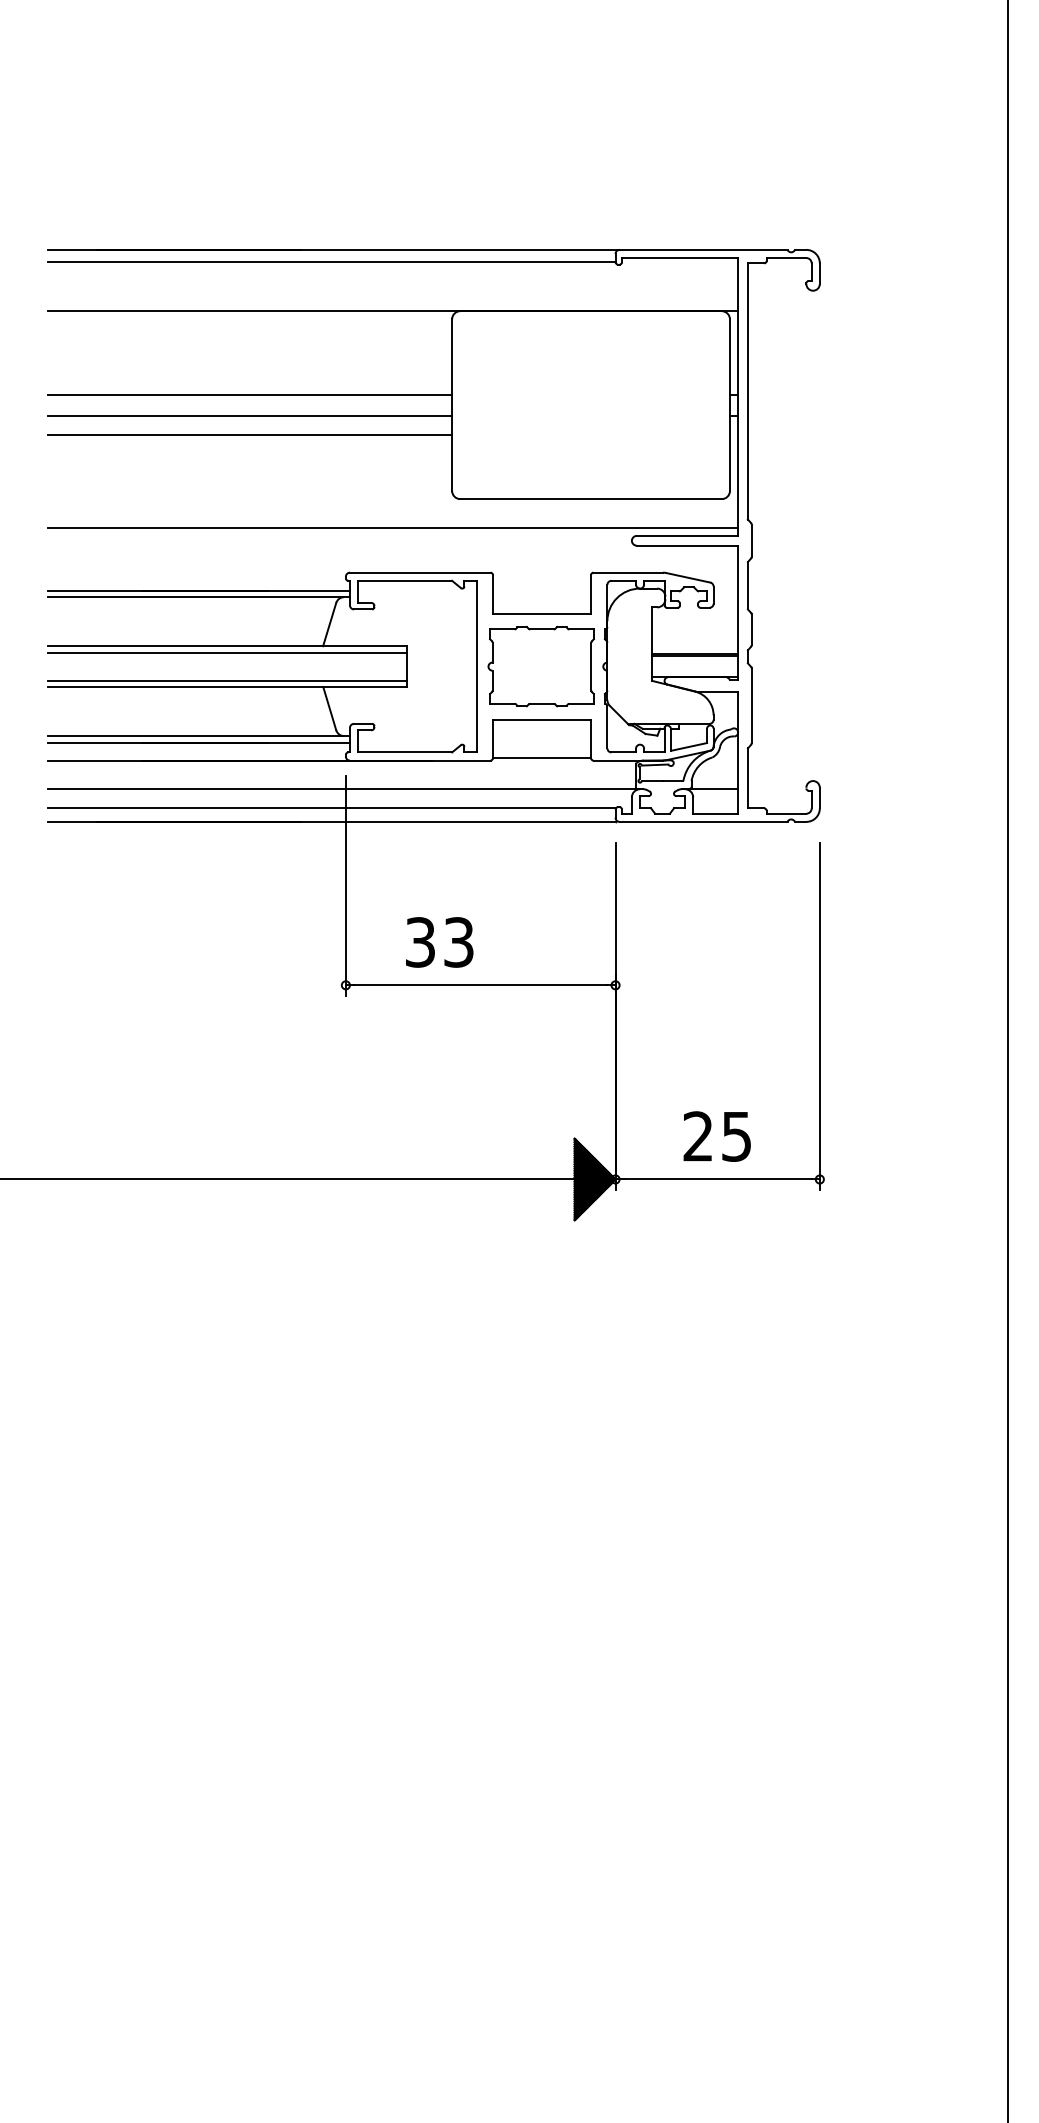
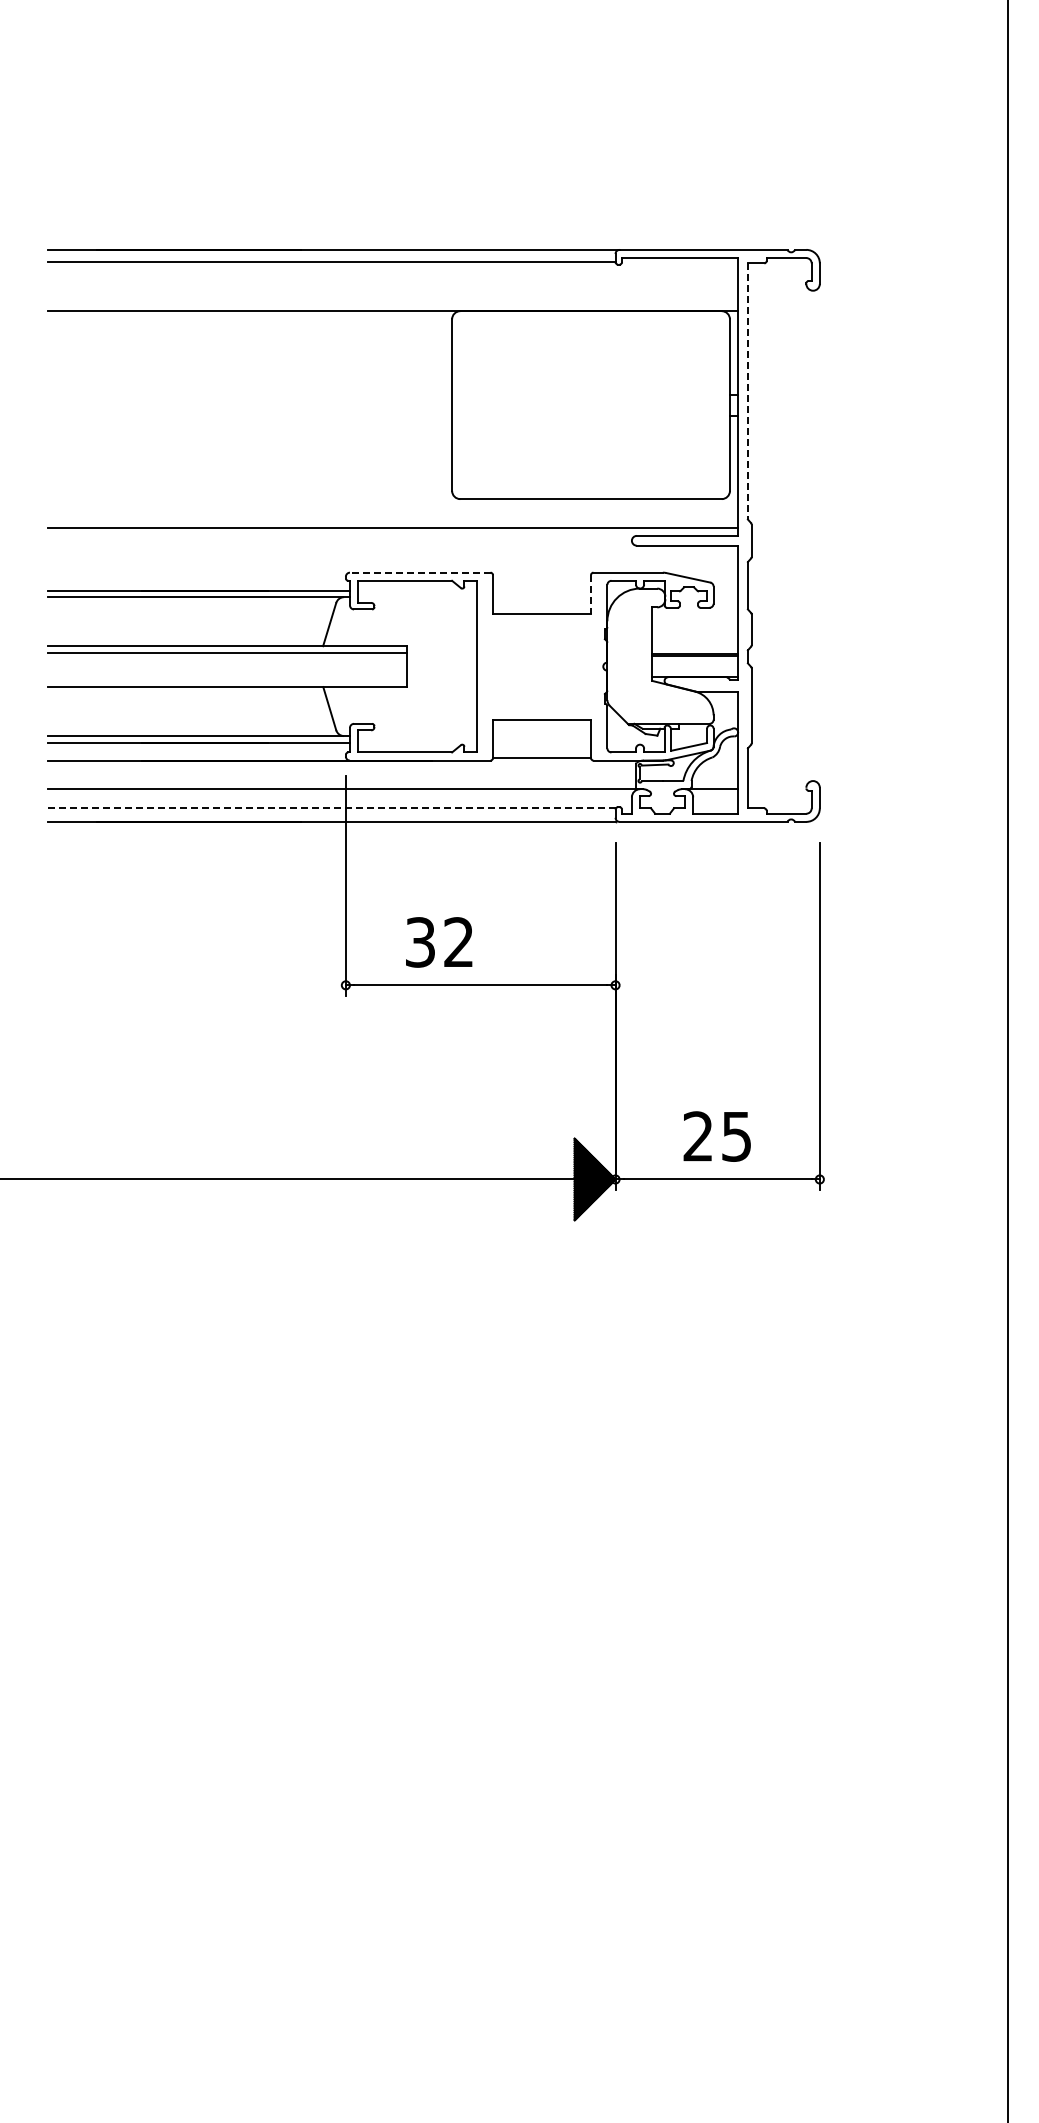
line at (747, 391): solid -> dashed
line at (249, 394): present -> none
line at (249, 415): present -> none
line at (249, 434): present -> none
line at (419, 572): solid -> dashed
line at (591, 594): solid -> dashed
part at (540, 666): present -> none
line at (227, 680): present -> none
line at (332, 808): solid -> dashed
text at (458, 942): 33 -> 32
